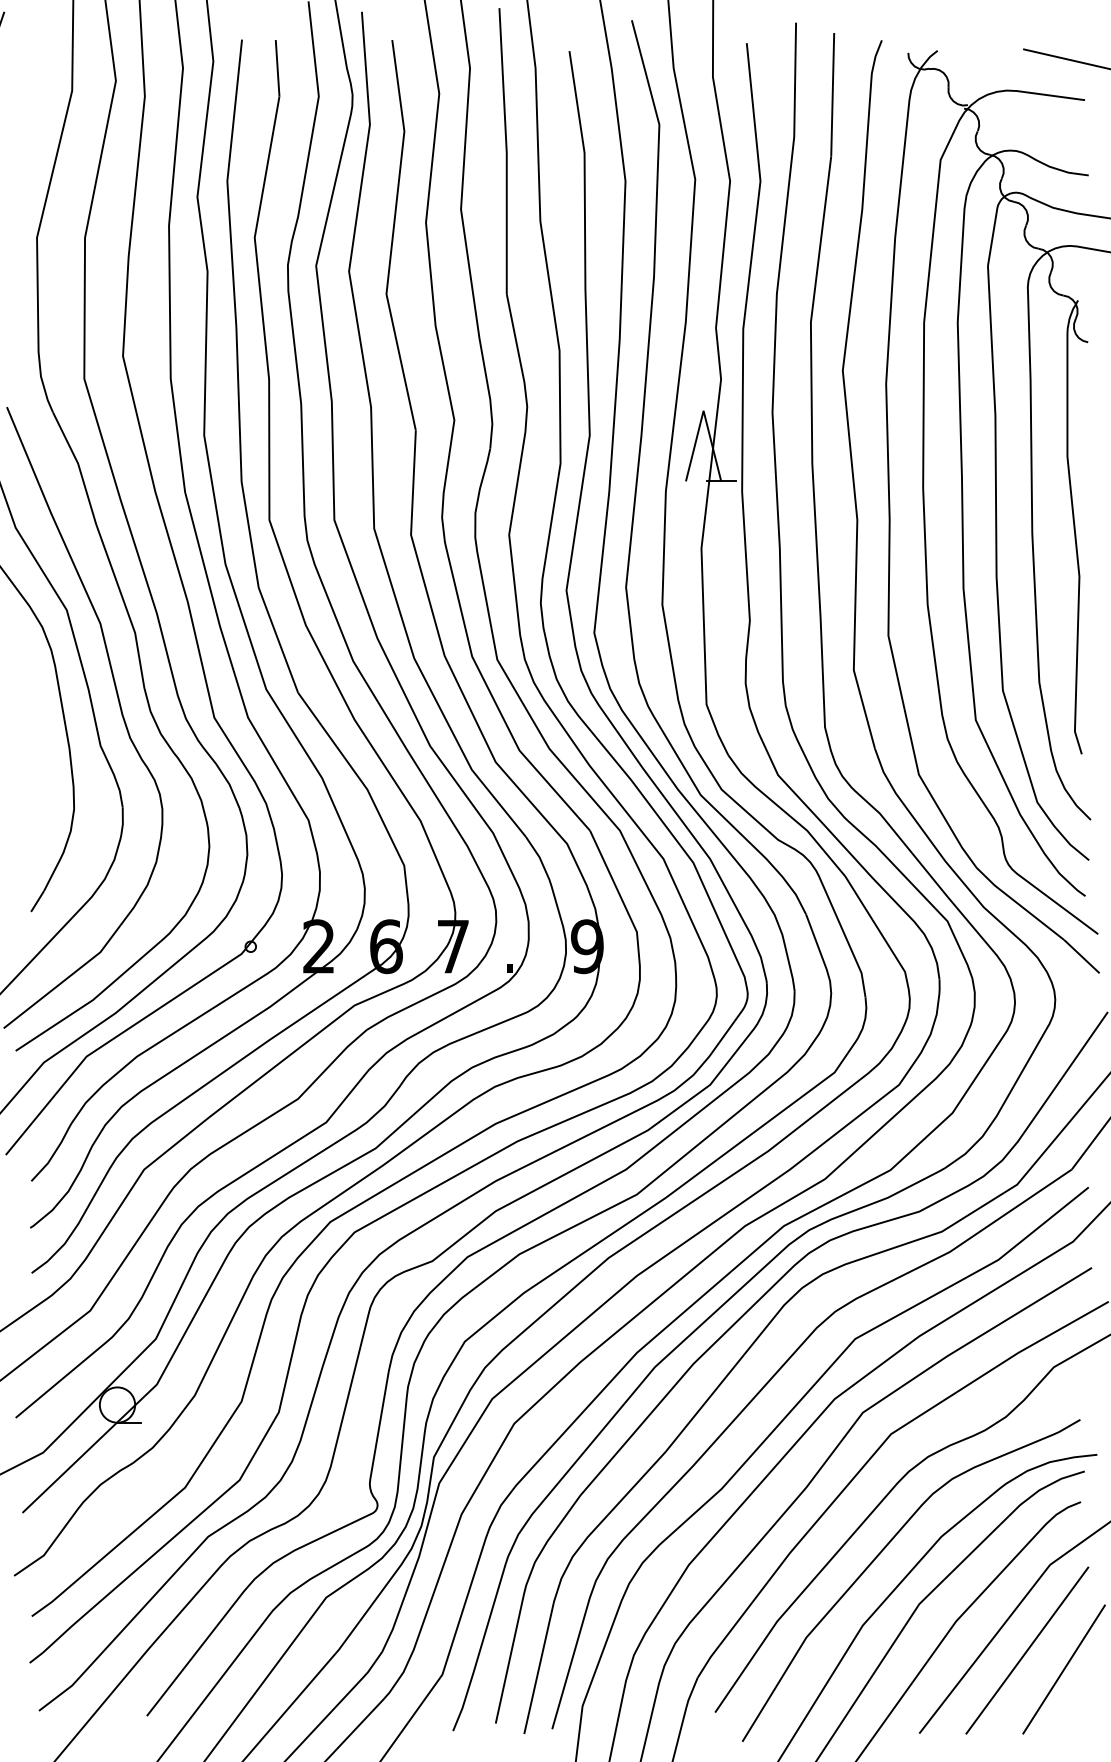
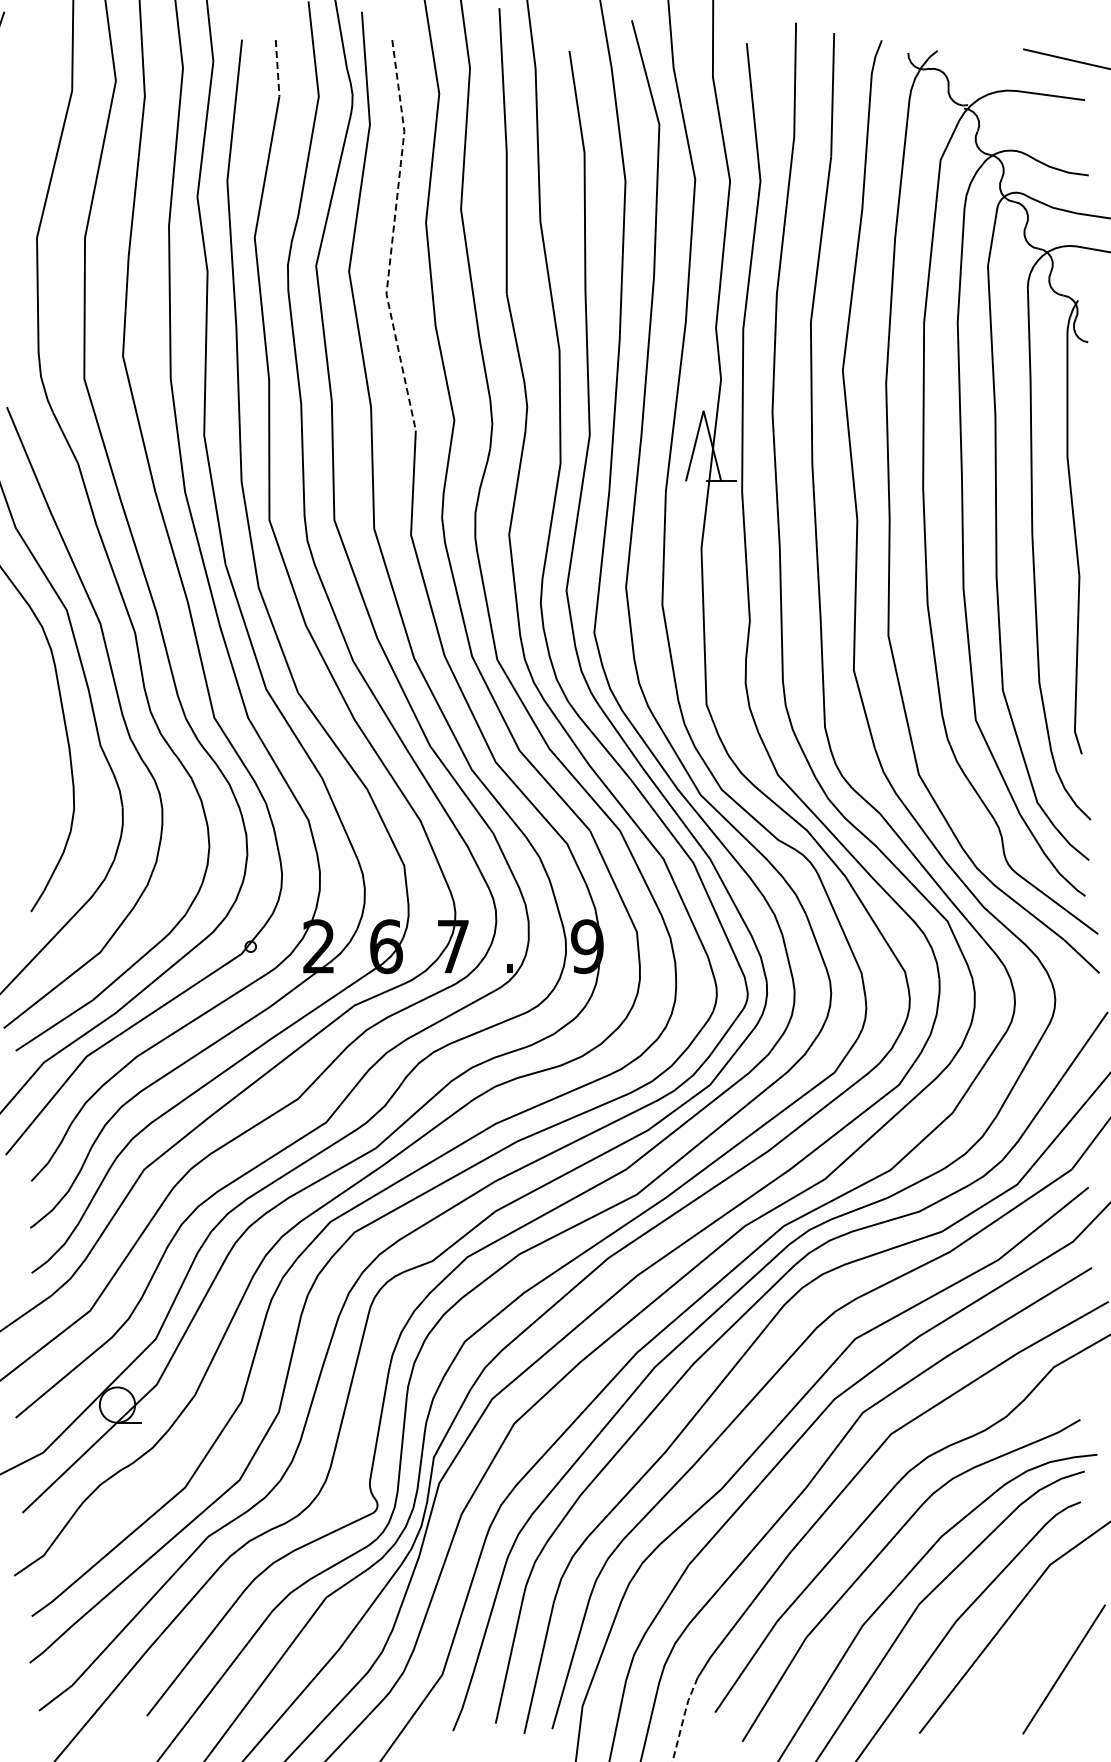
line at (277, 68): solid -> dashed
line at (392, 236): solid -> dashed
line at (1027, 1650): present -> none
line at (683, 1718): solid -> dashed
